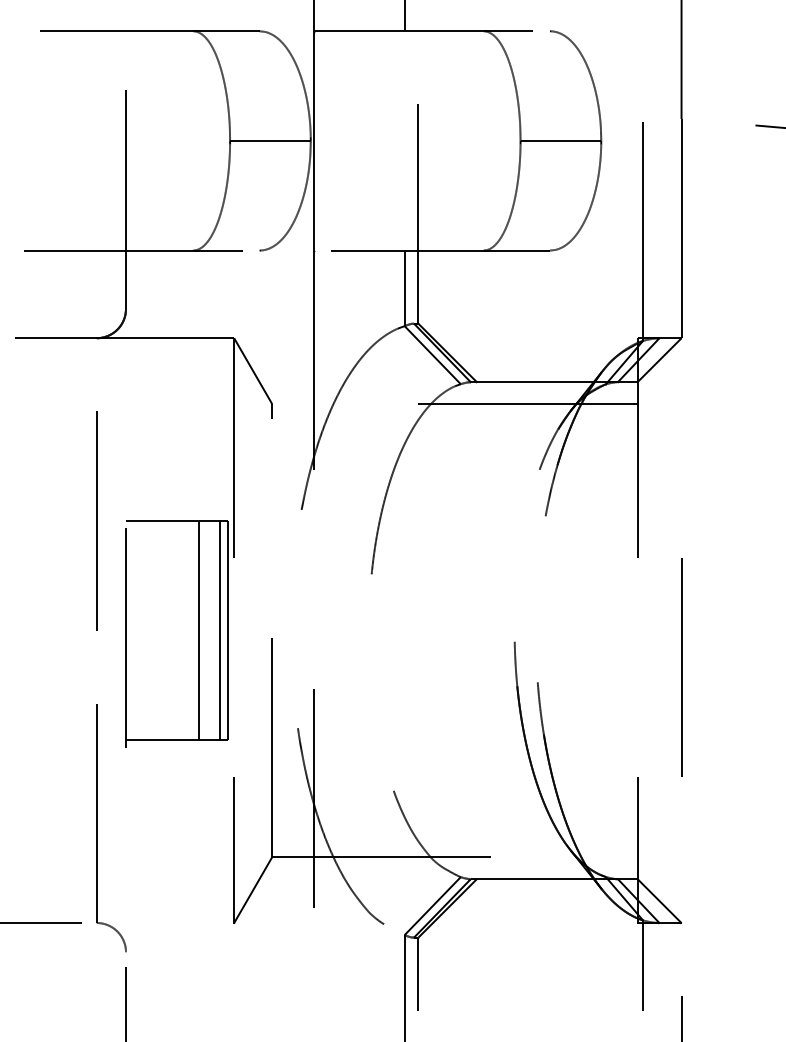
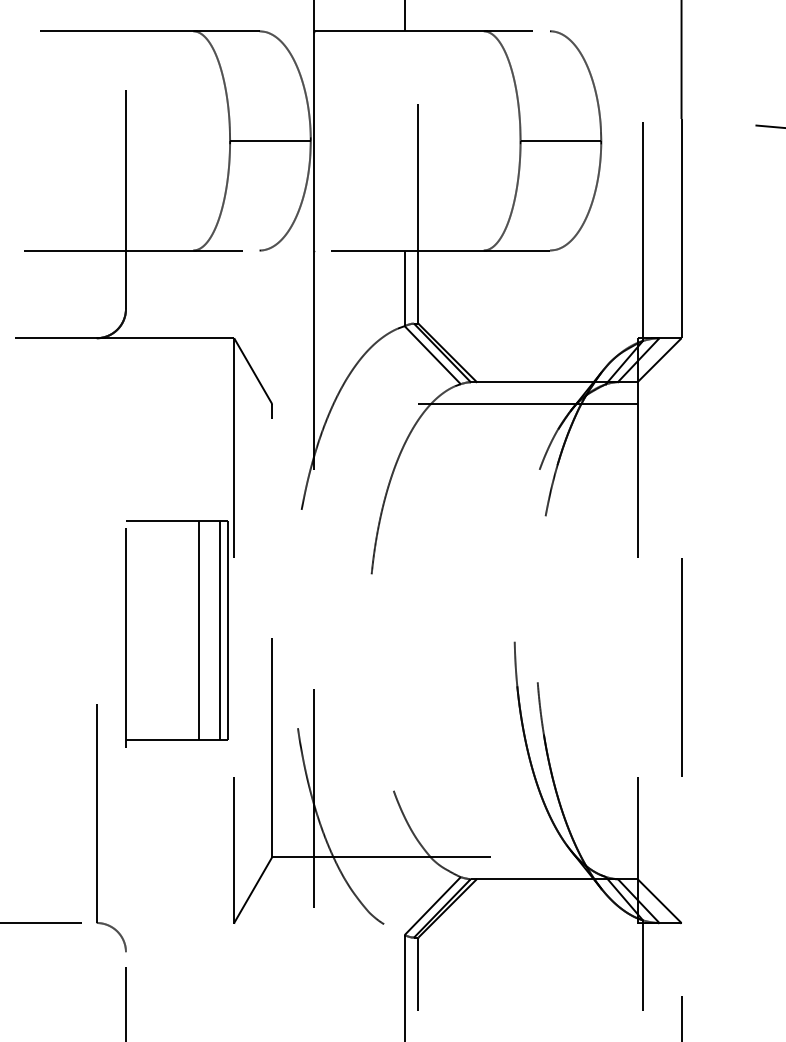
line at (96, 520): present -> none
